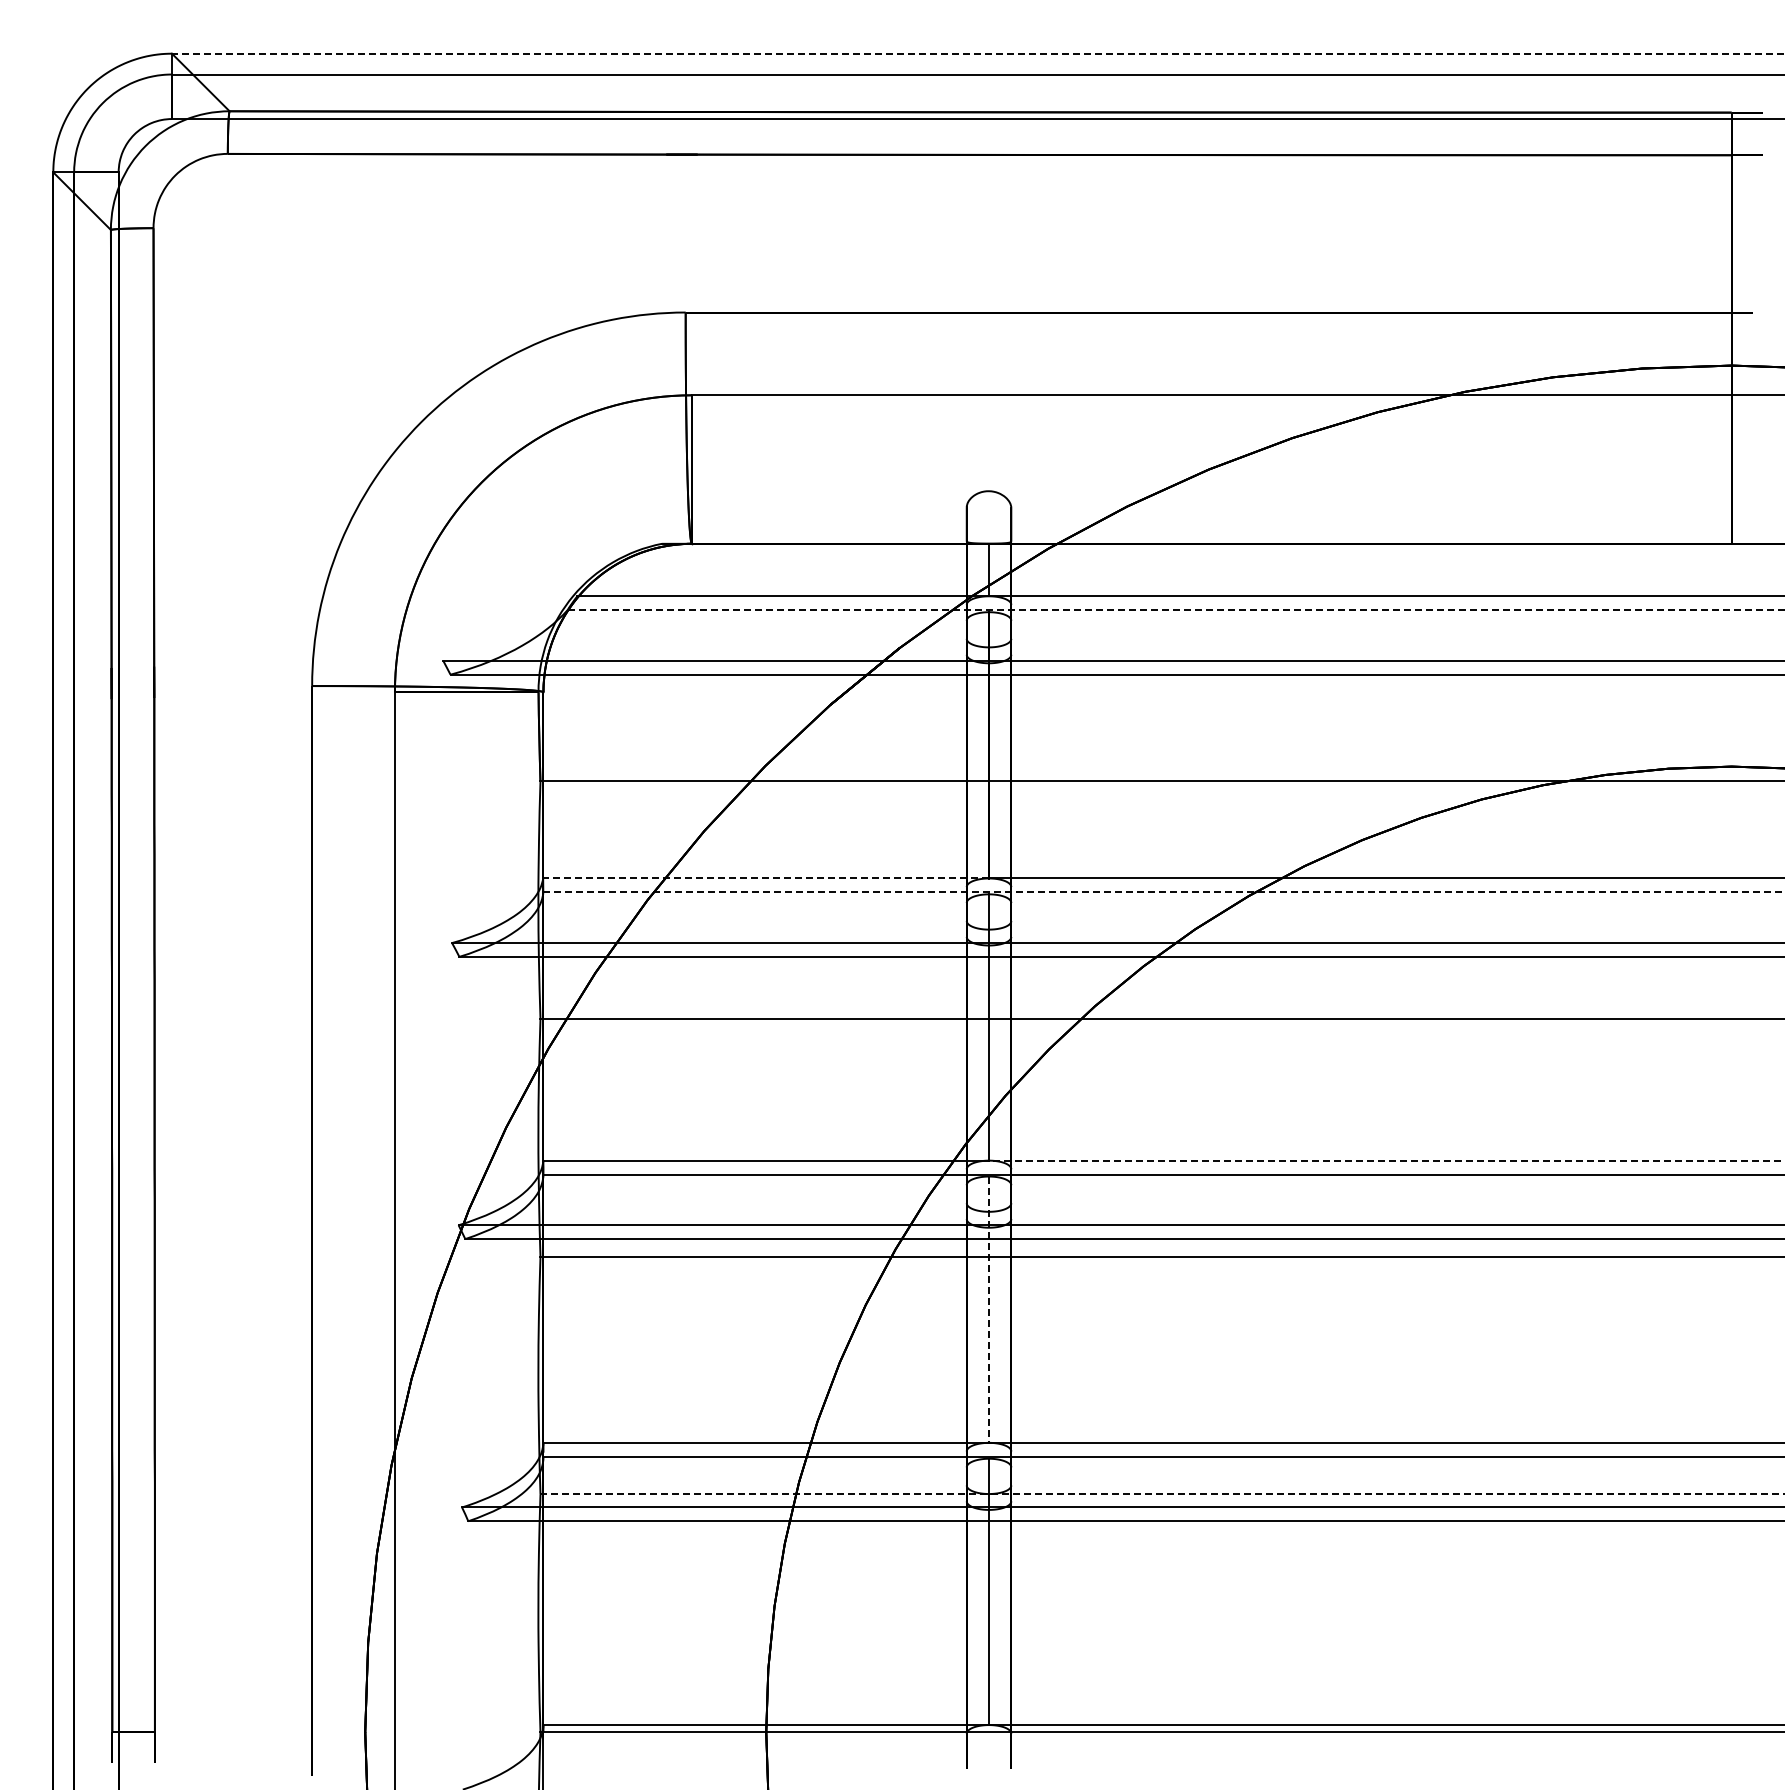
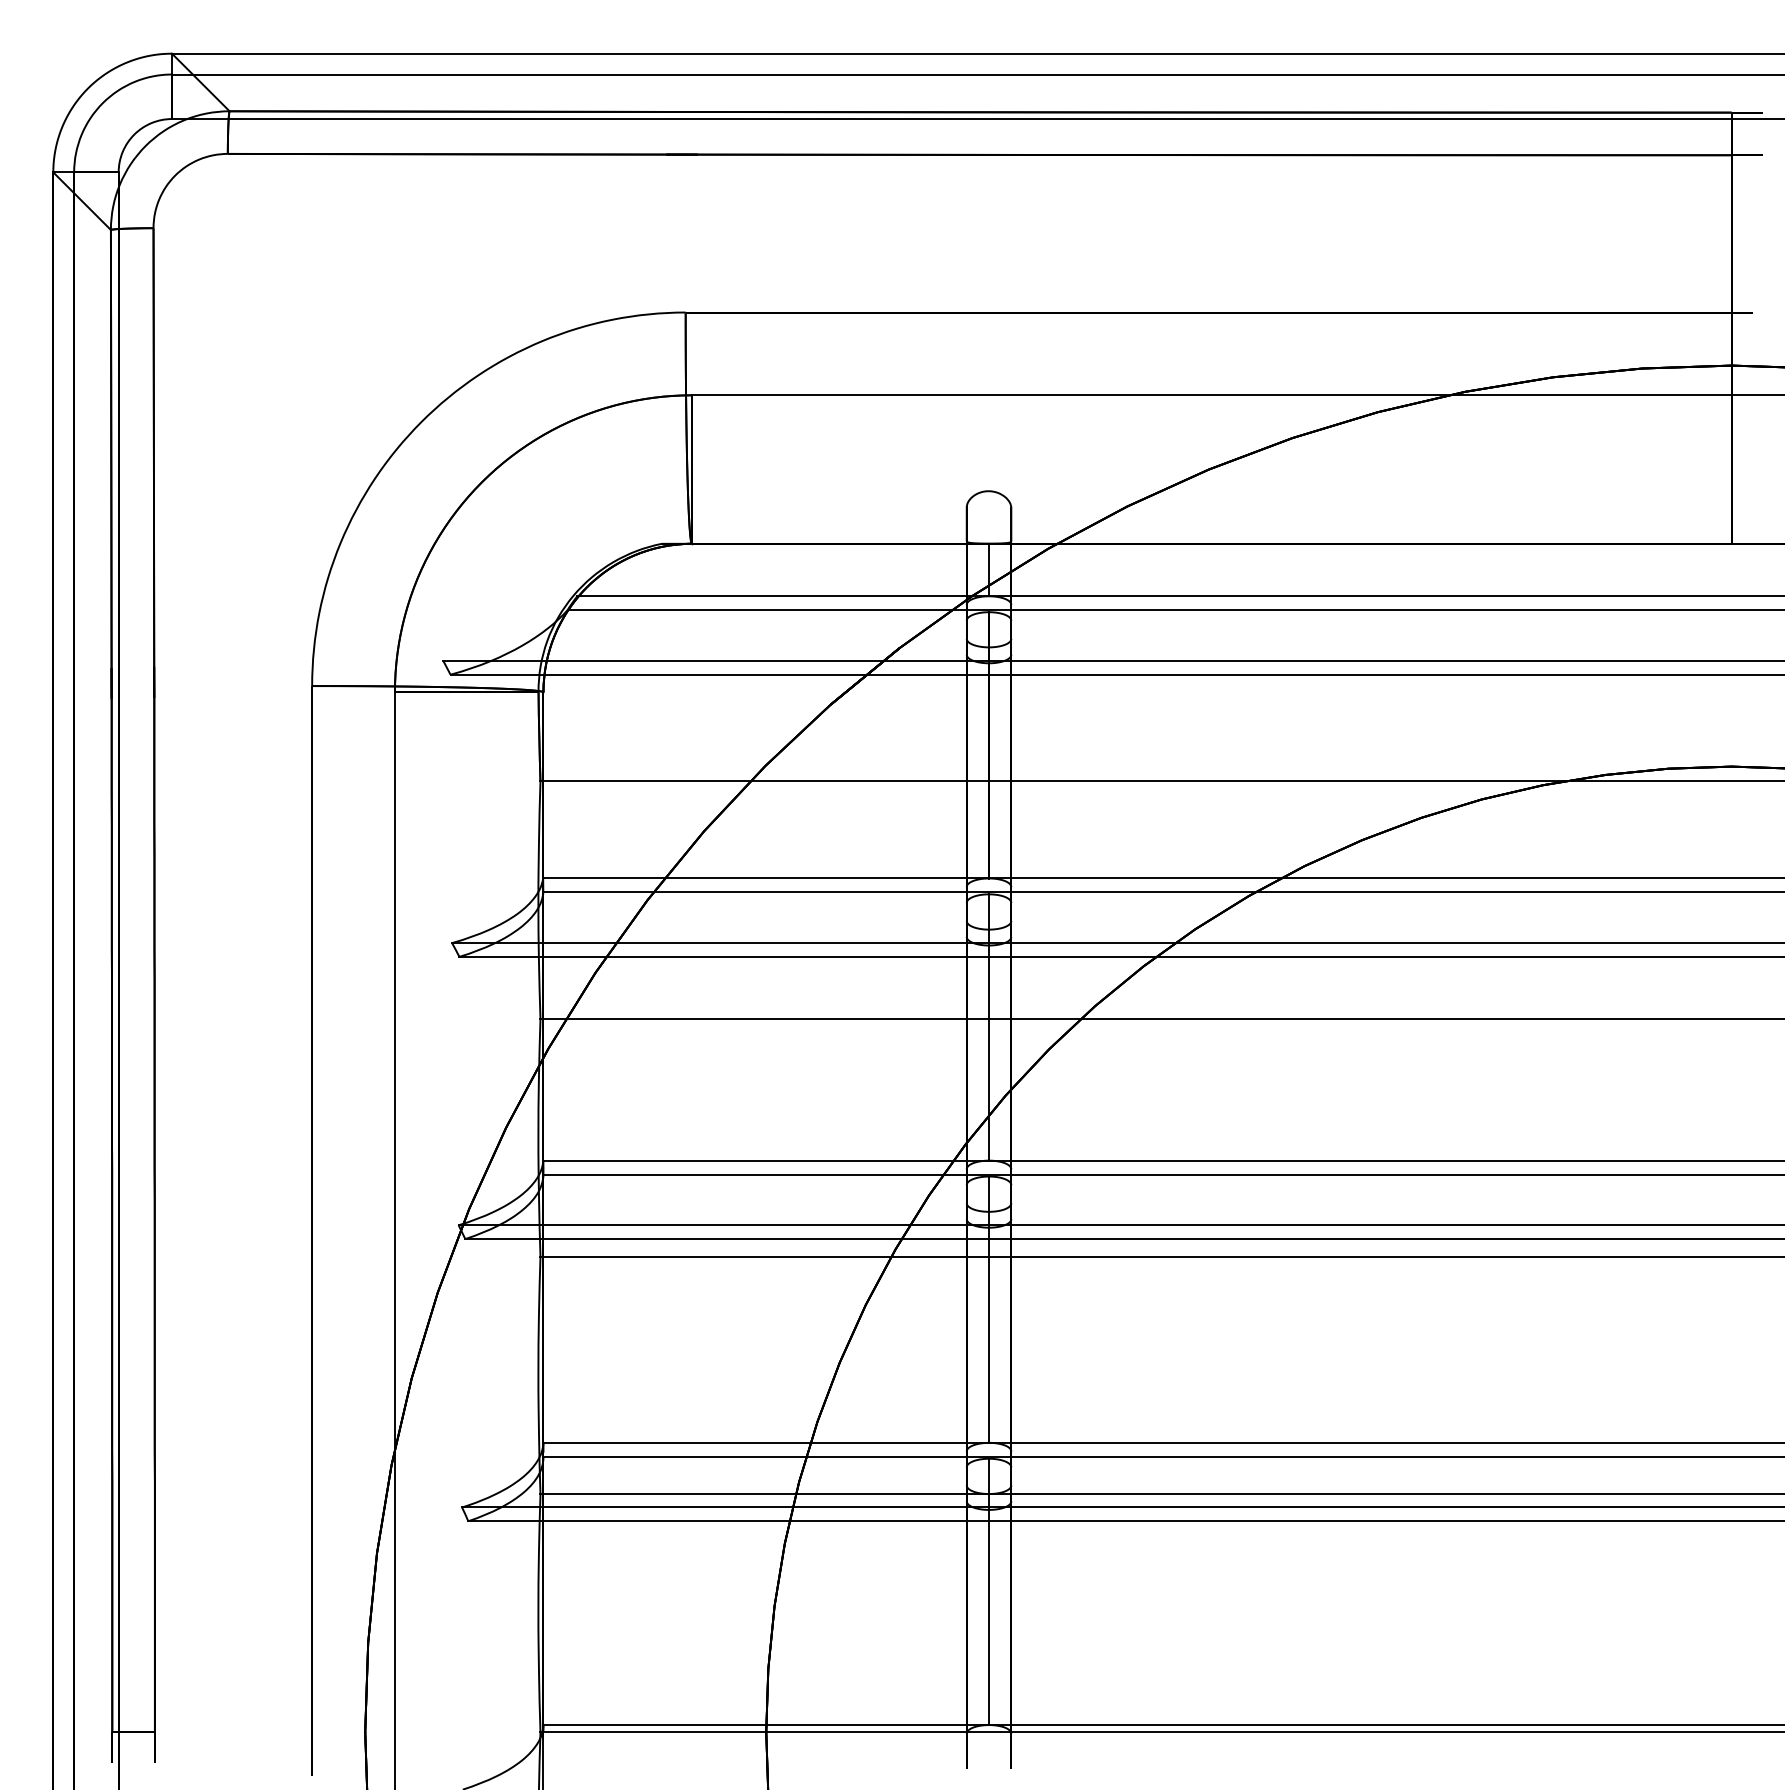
line at (977, 53): dashed -> solid
line at (1176, 610): dashed -> solid
line at (766, 878): dashed -> solid
line at (1164, 892): dashed -> solid
line at (1386, 1160): dashed -> solid
line at (989, 1310): dashed -> solid
line at (1162, 1494): dashed -> solid
